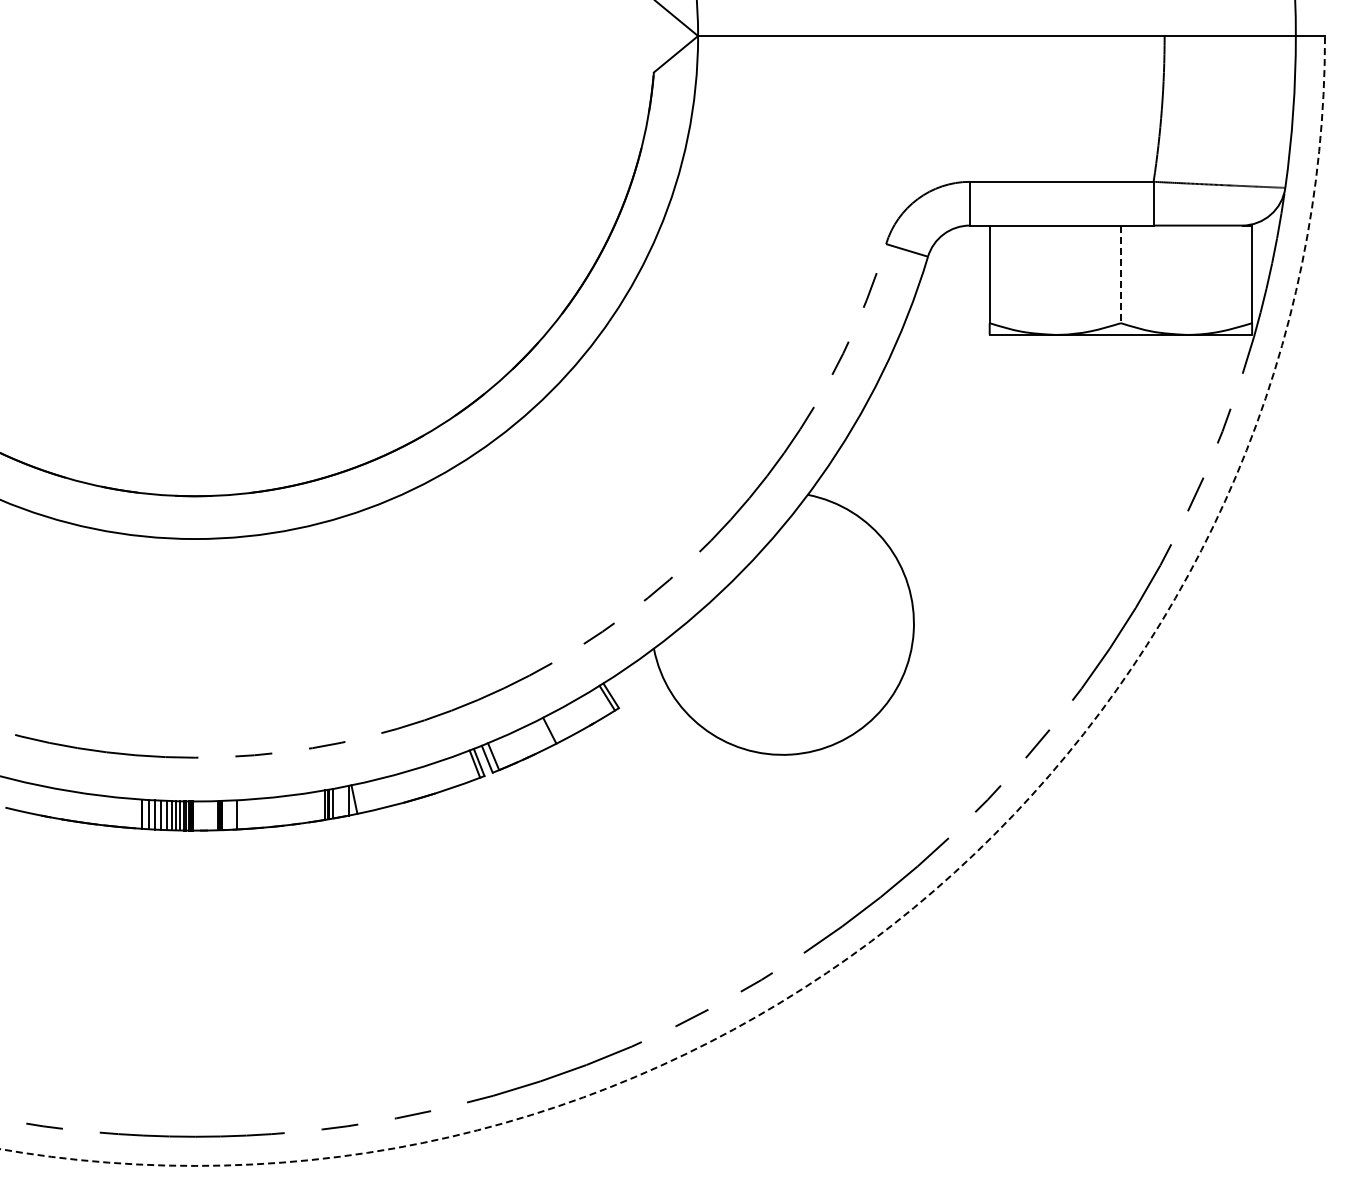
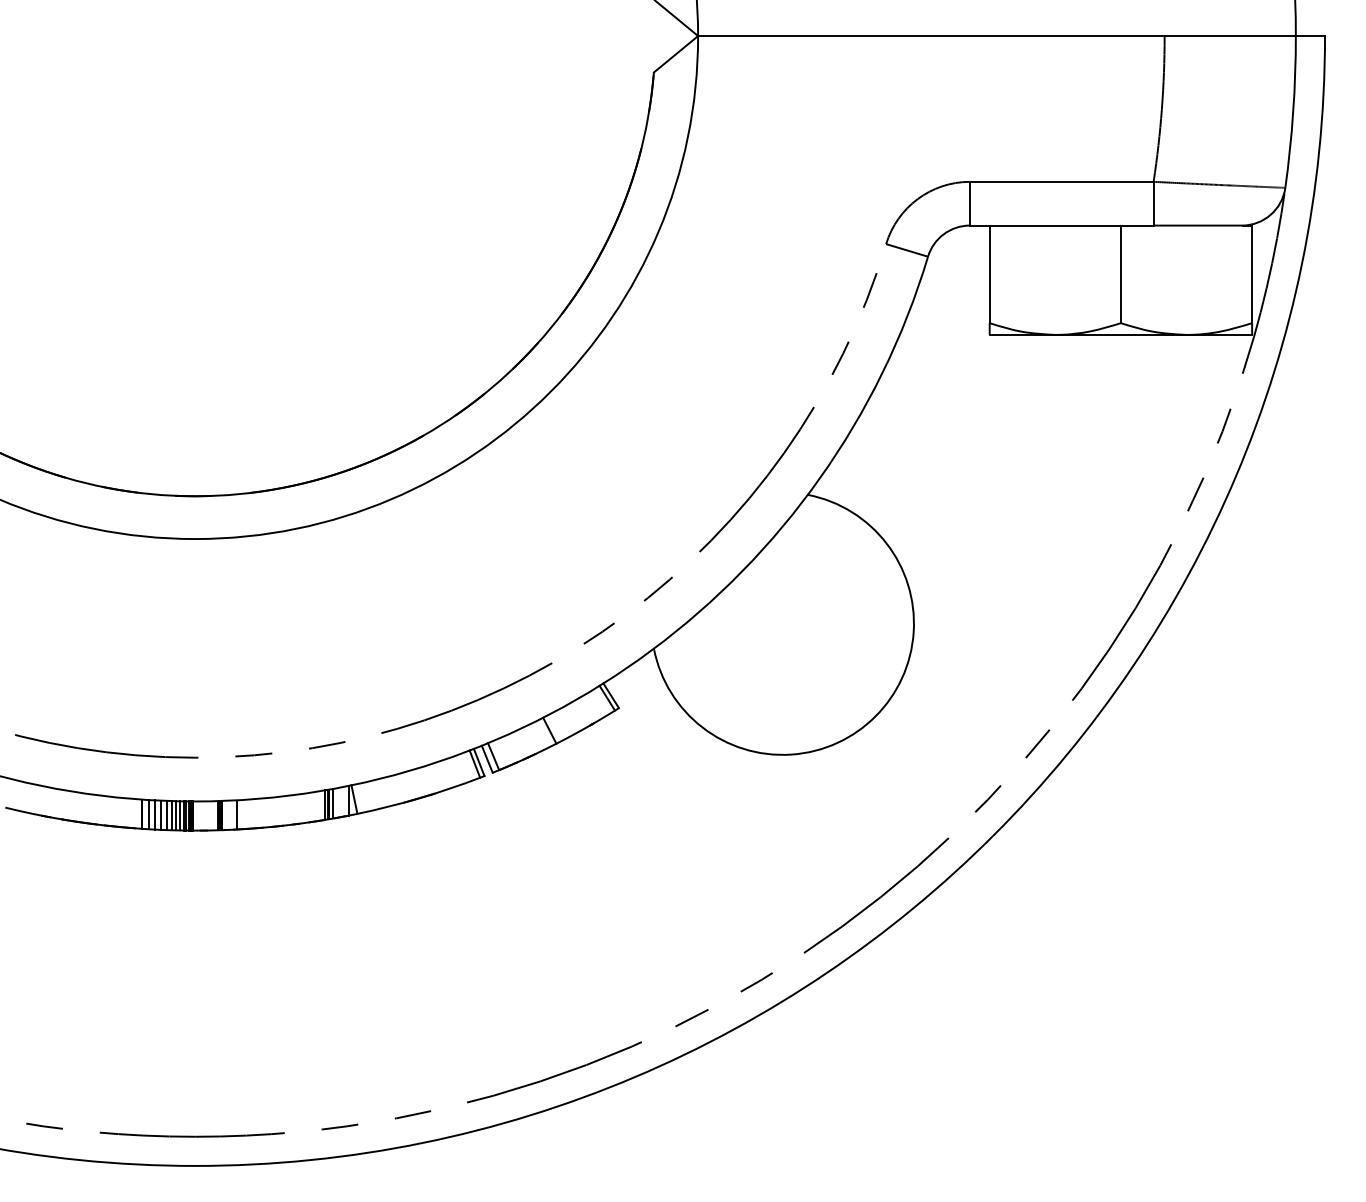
line at (1120, 274): dashed -> solid
arc at (923, 899): dashed -> solid
